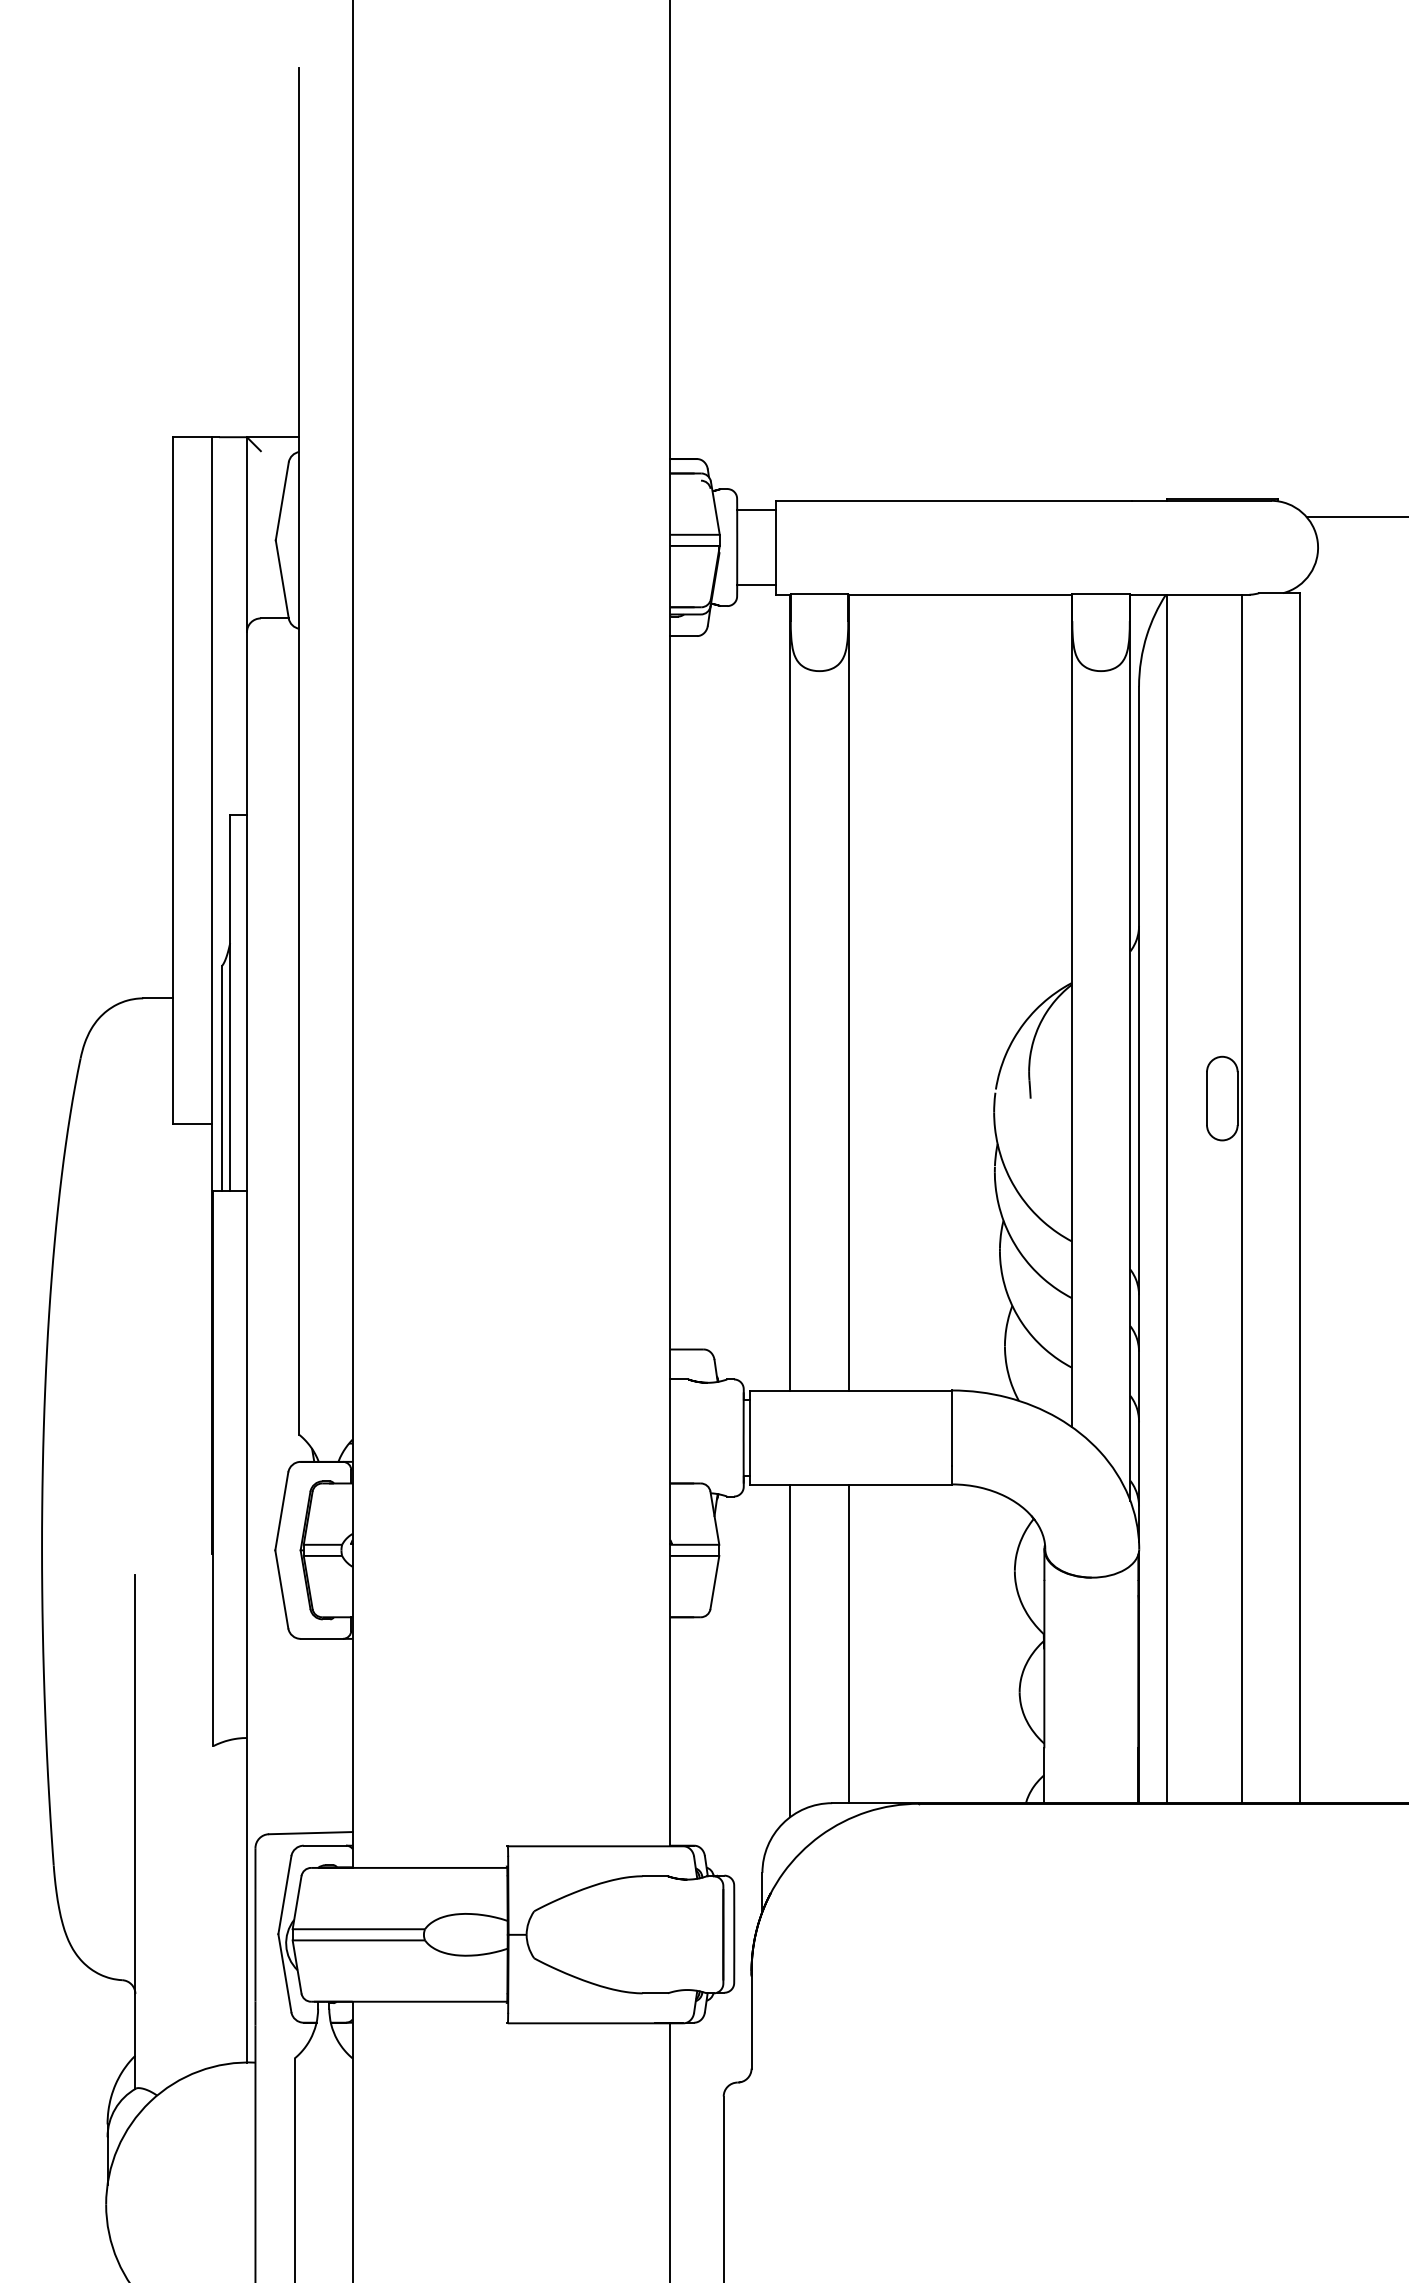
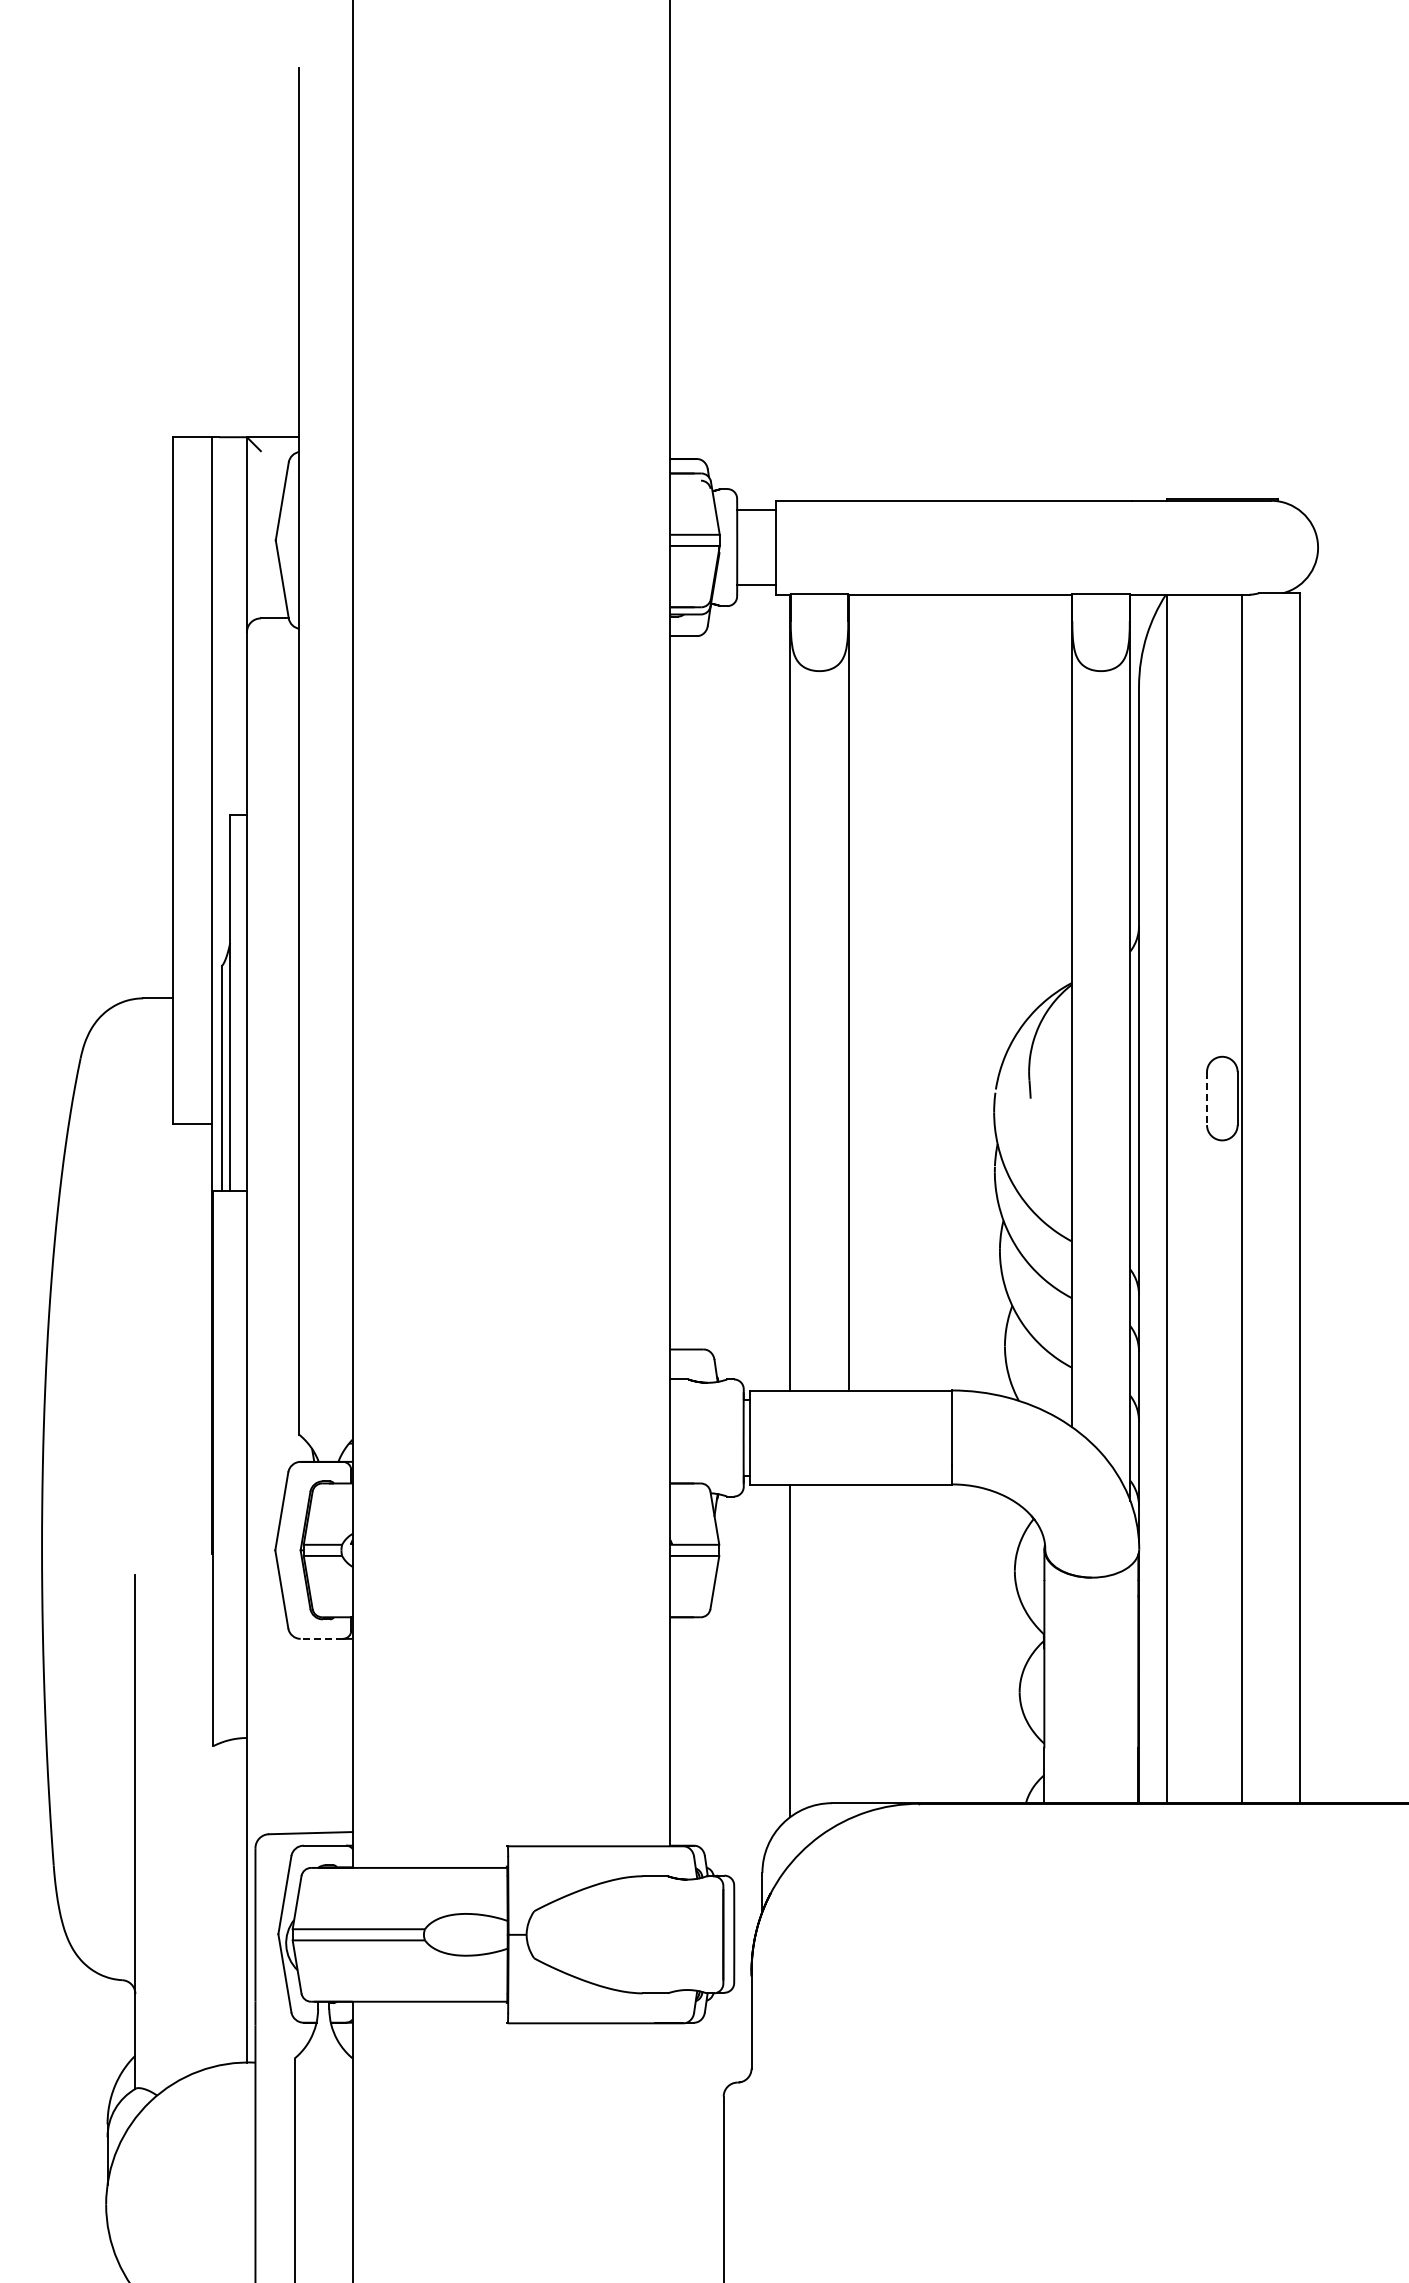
line at (1356, 517): present -> none
line at (1207, 1099): solid -> dashed
line at (321, 1638): solid -> dashed
line at (848, 1644): present -> none
line at (670, 2151): present -> none
